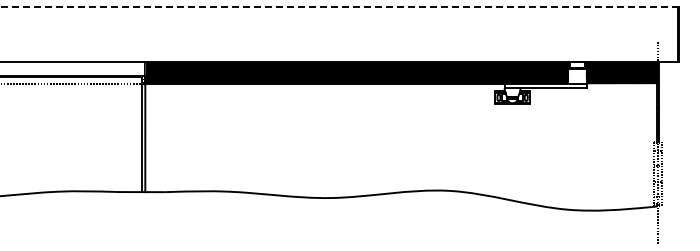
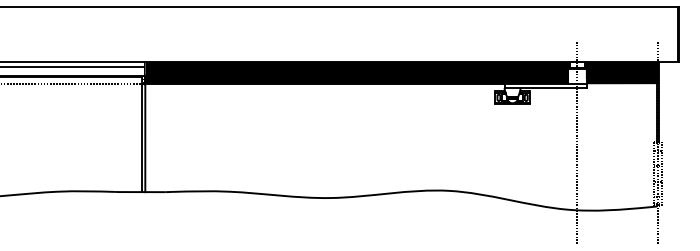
line at (339, 7): dashed -> solid
line at (72, 67): none -> present
line at (577, 142): none -> present
